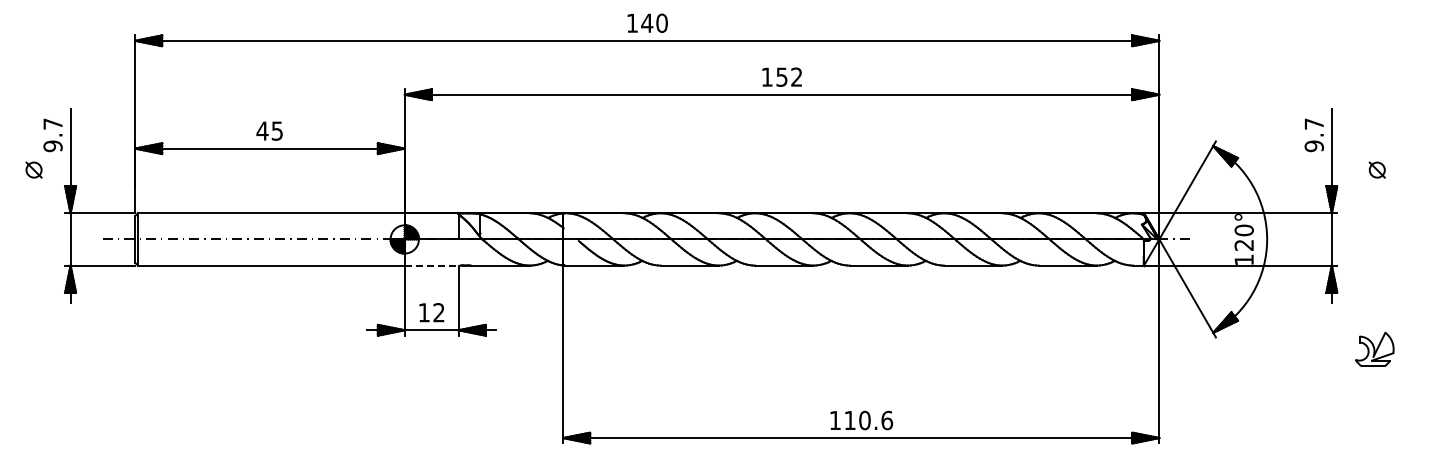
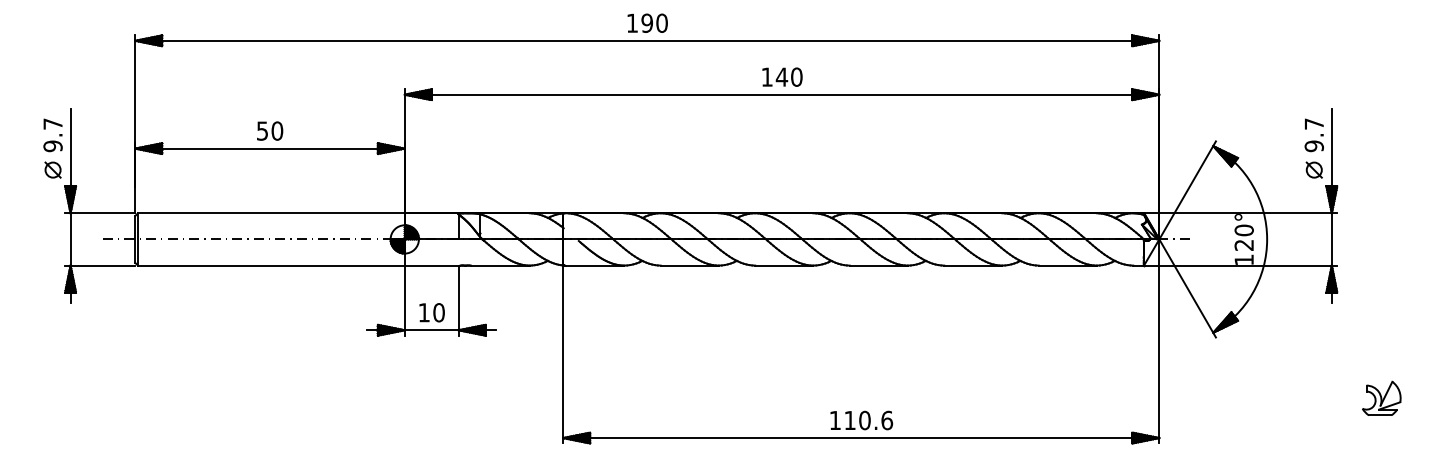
text at (647, 22): 140 -> 190
text at (788, 76): 152 -> 140
text at (269, 130): 45 -> 50
part at (33, 169) position: (33, 169) -> (52, 169)
part at (1376, 169) position: (1376, 169) -> (1313, 169)
line at (432, 265): dashed -> solid
text at (438, 312): 12 -> 10
part at (1374, 348) position: (1374, 348) -> (1381, 397)
